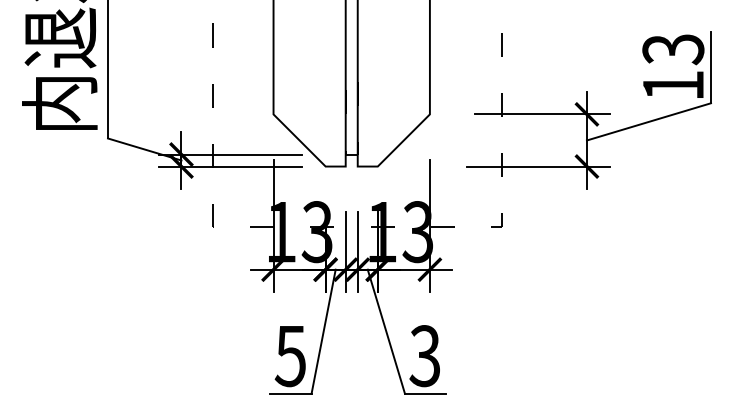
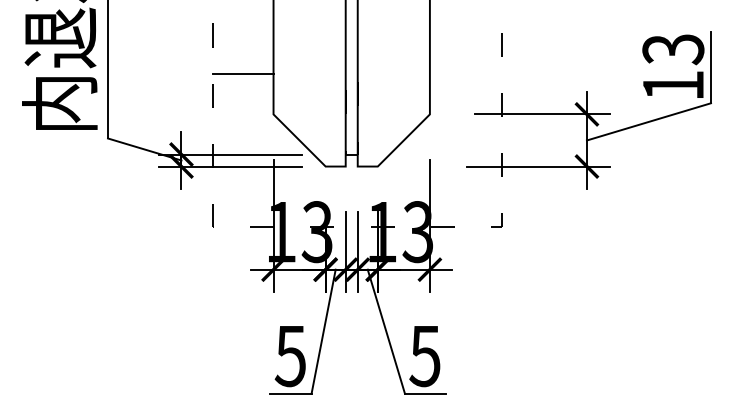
line at (243, 74): none -> present
text at (424, 355): 3 -> 5
